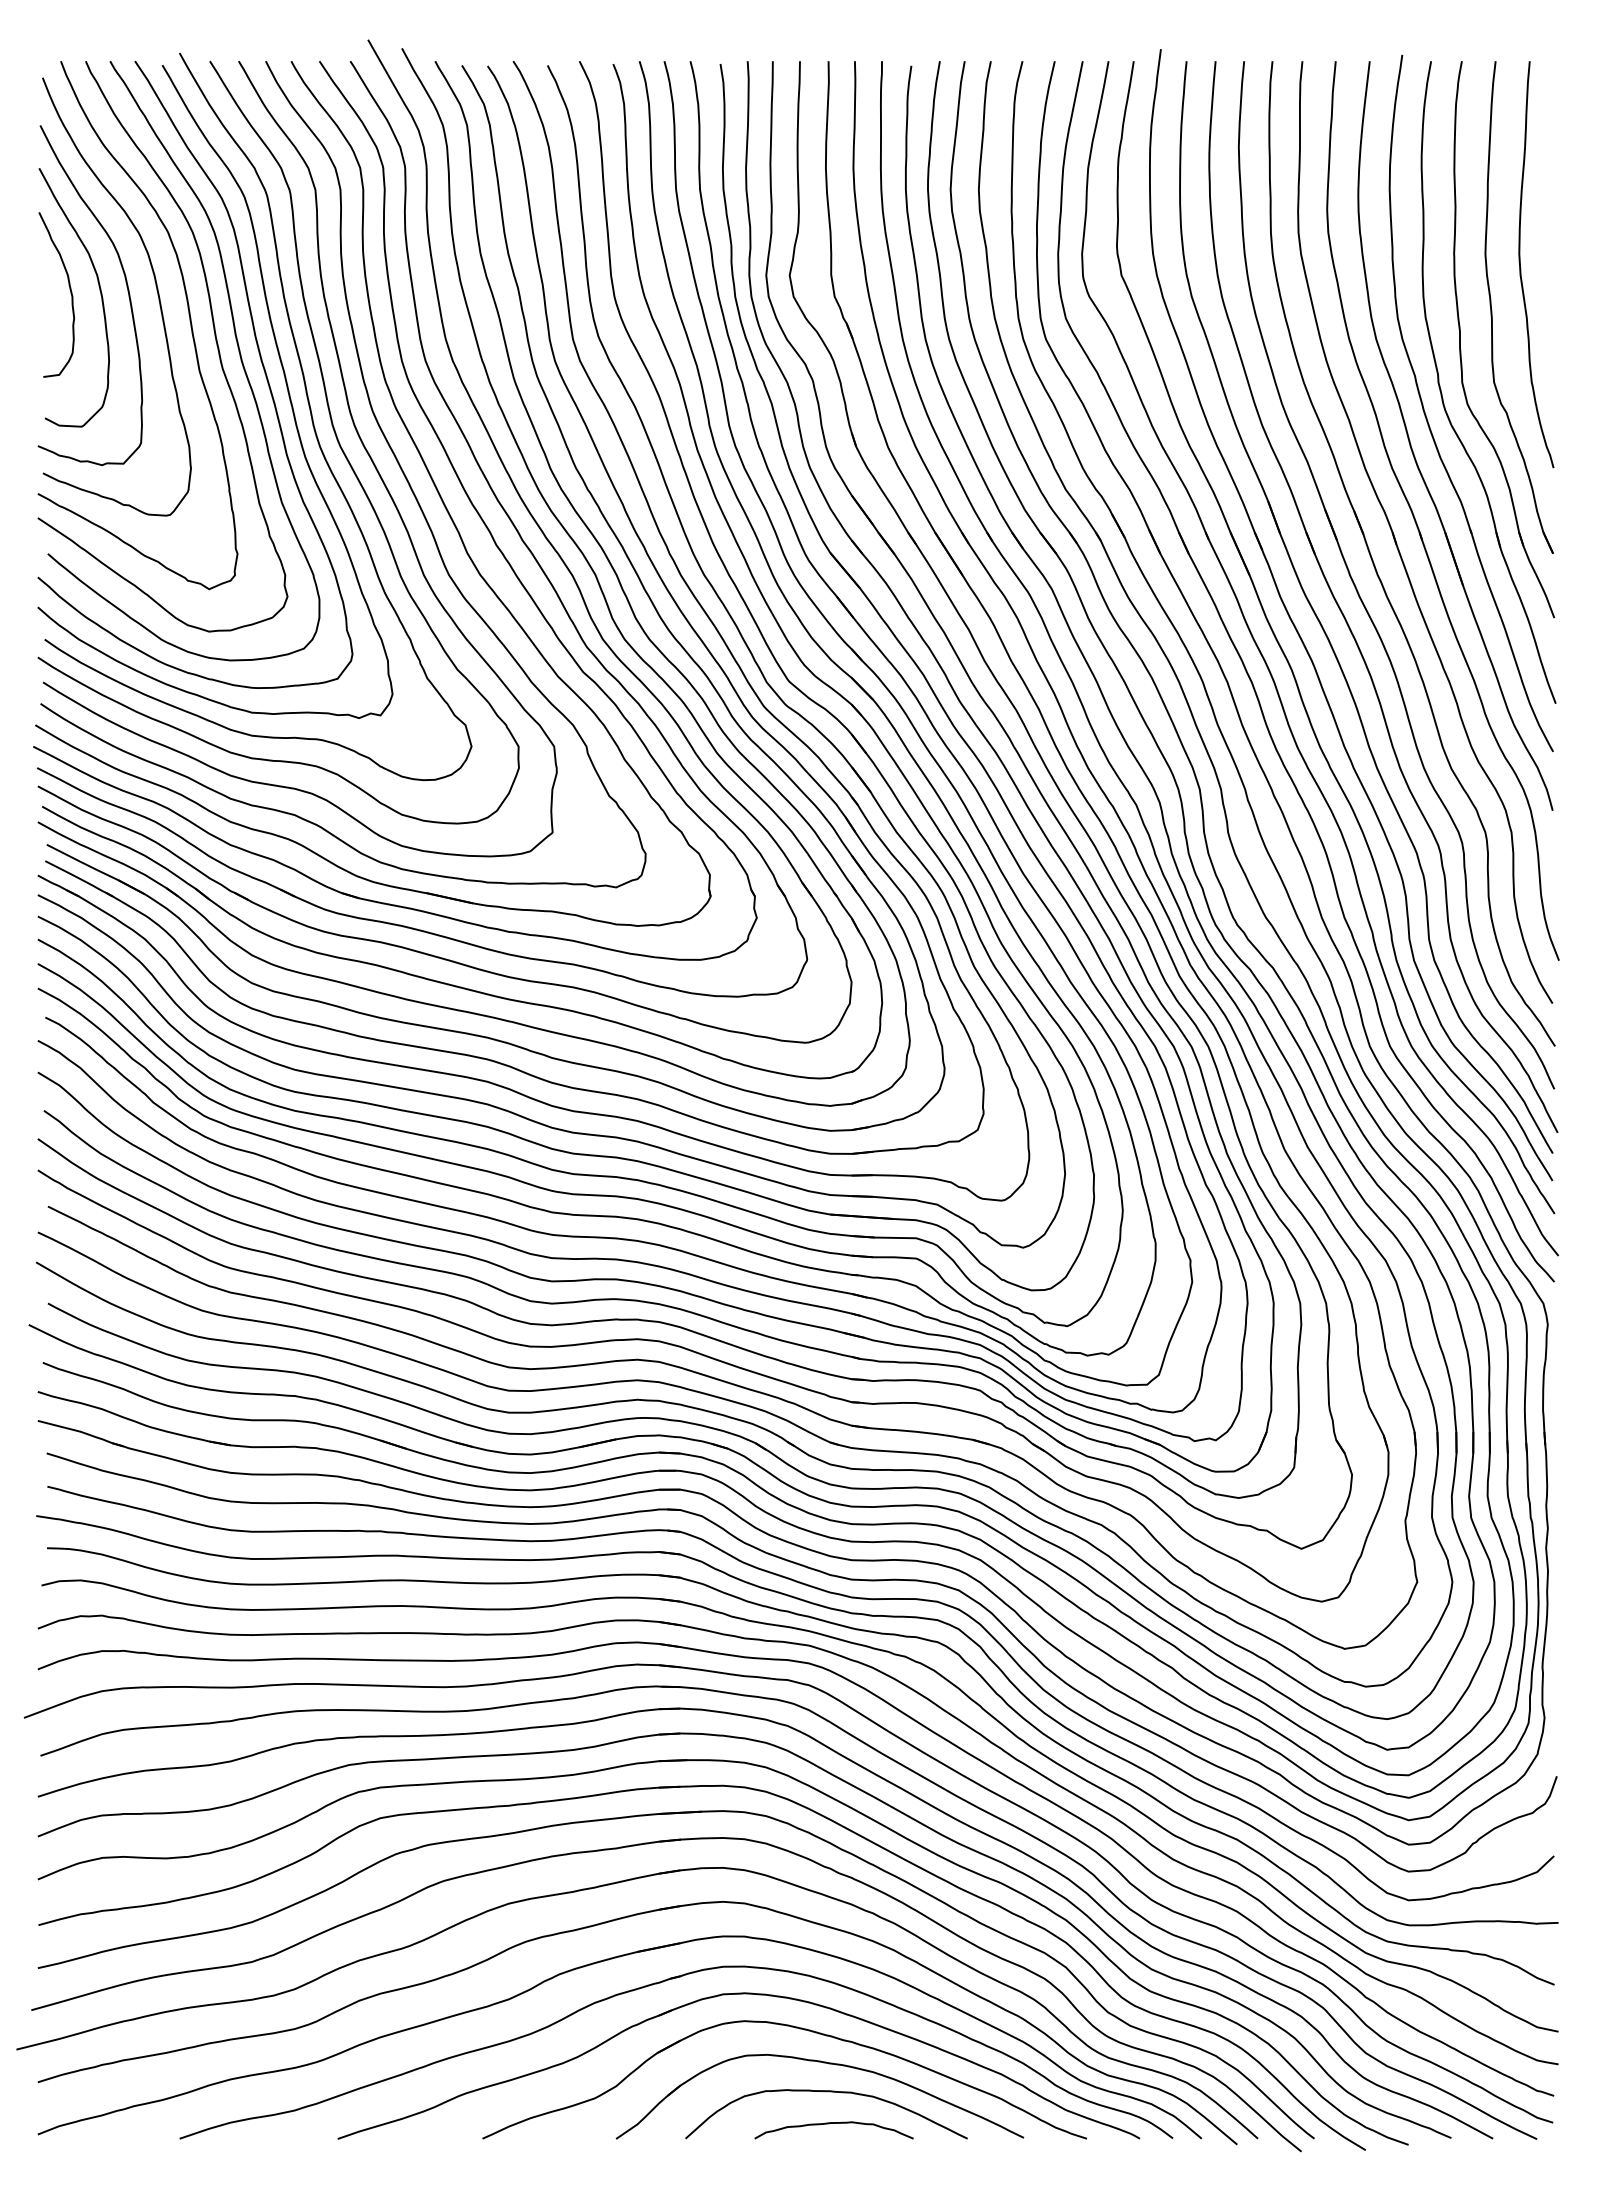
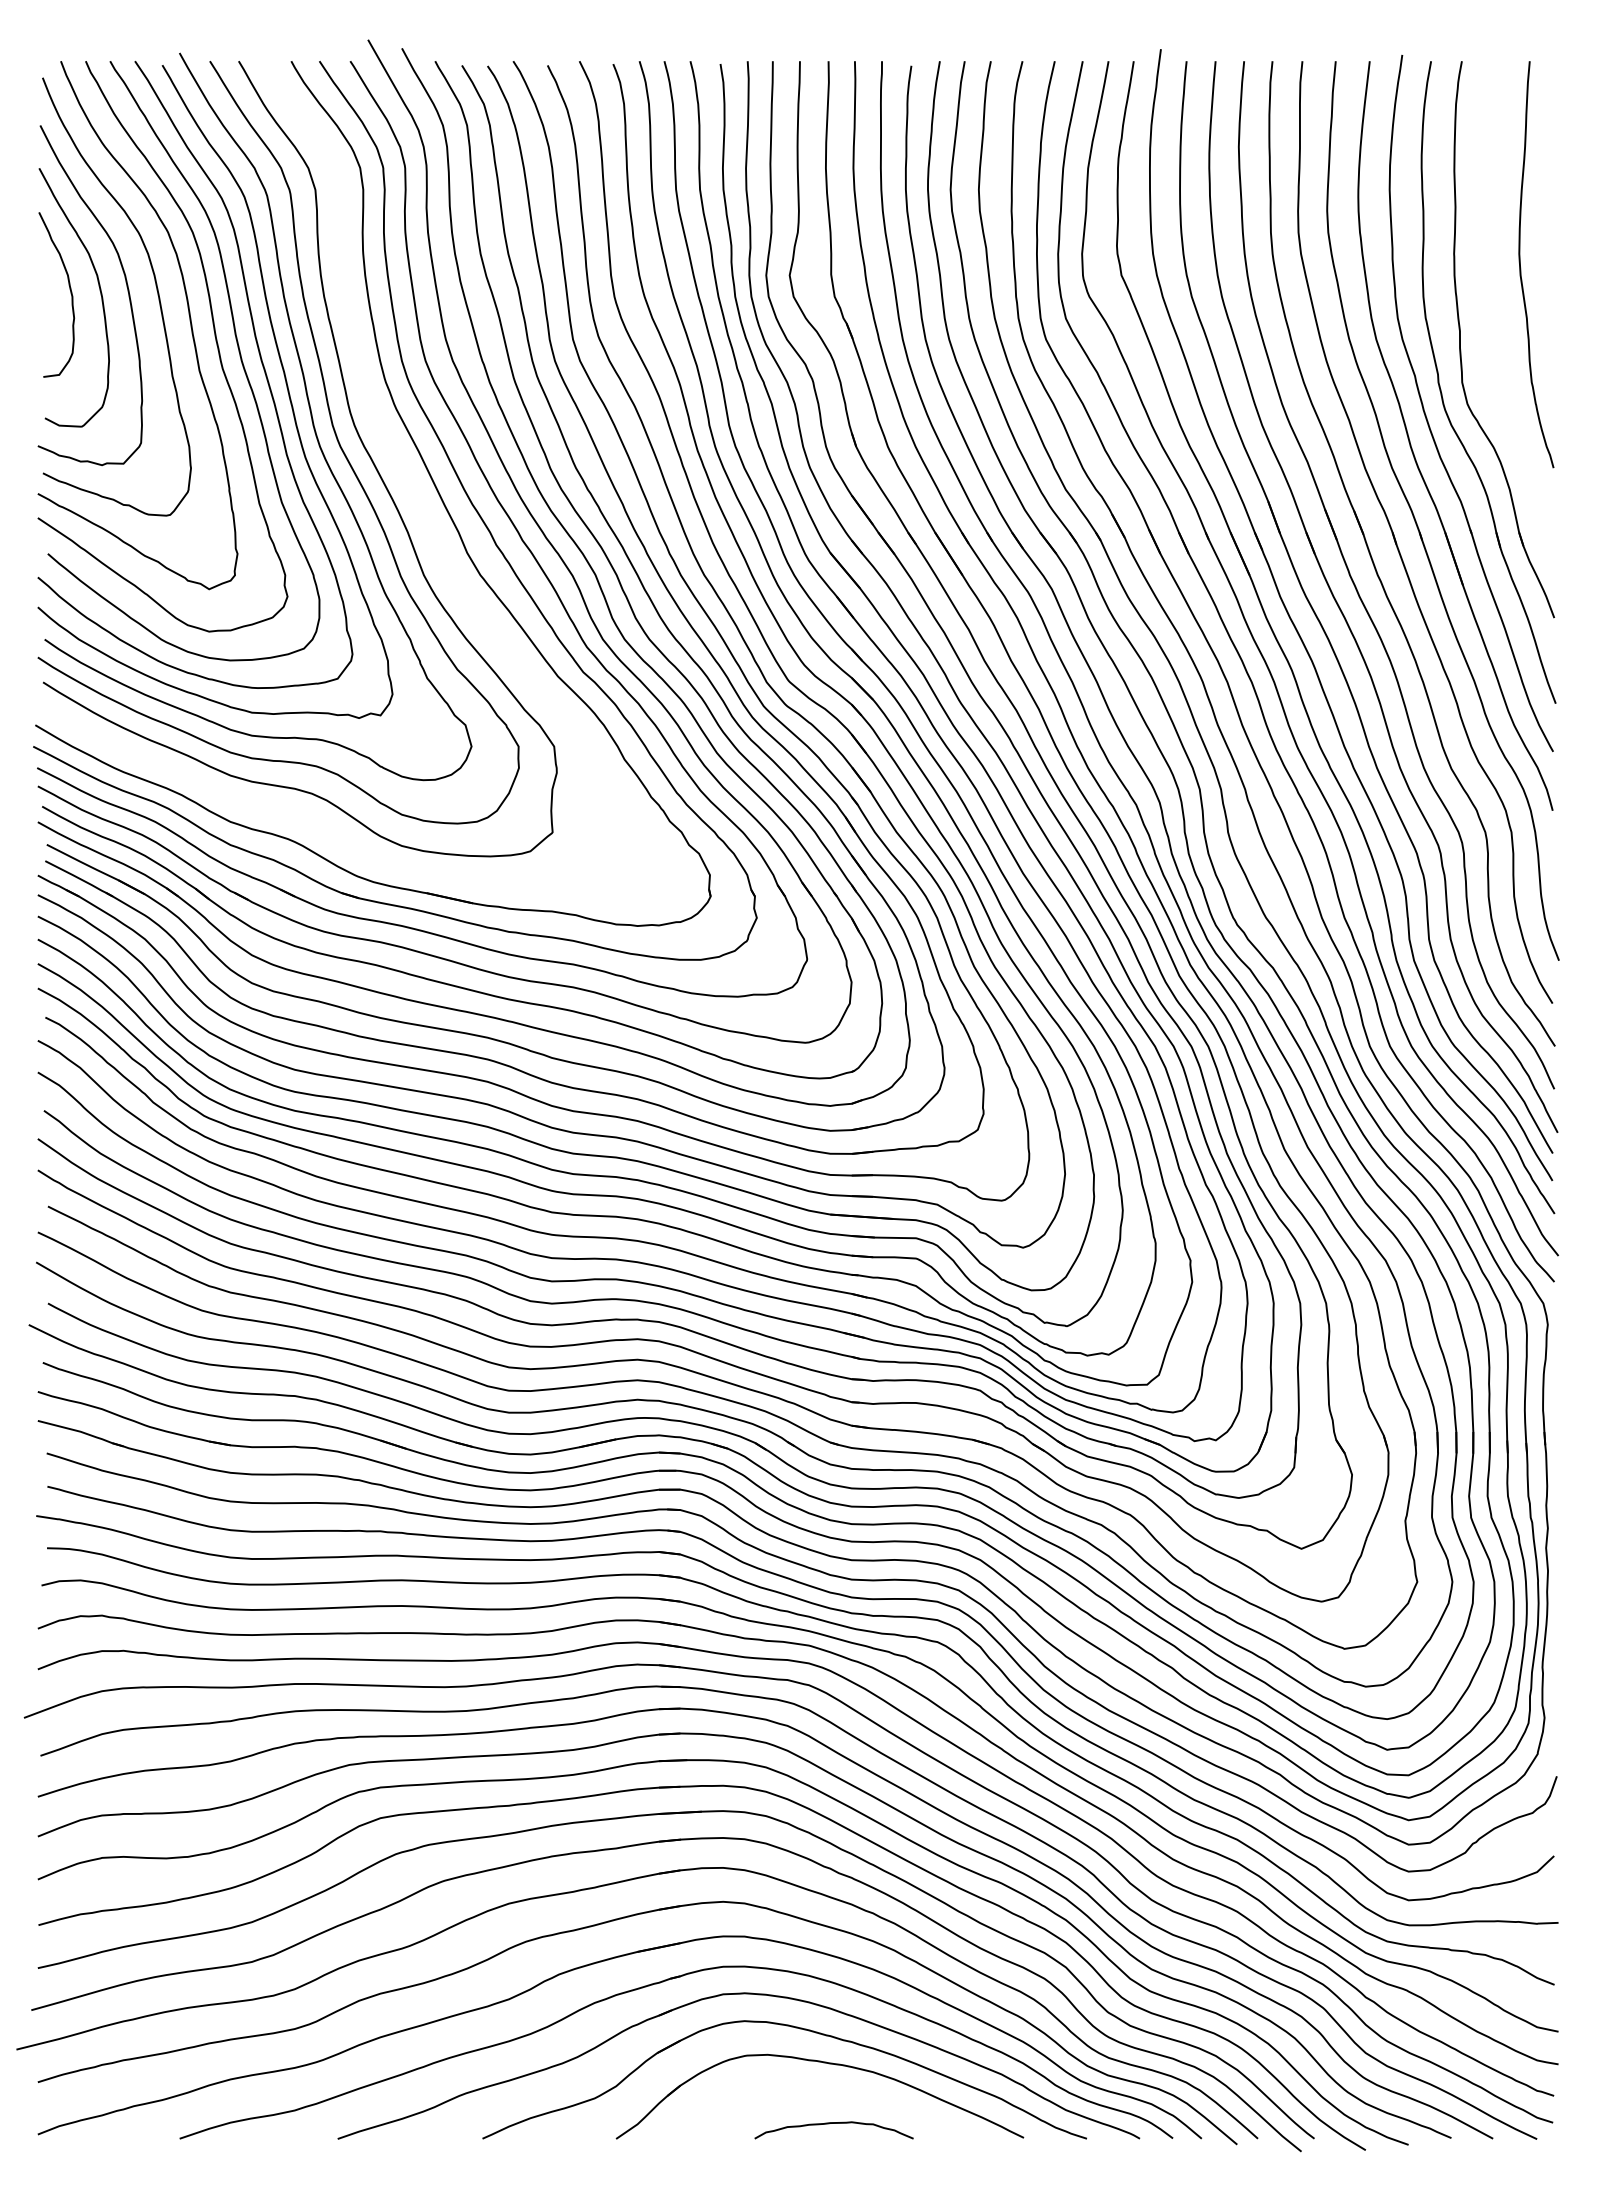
part at (1492, 309): present -> none
curve at (389, 448): present -> none
curve at (826, 2092): present -> none
